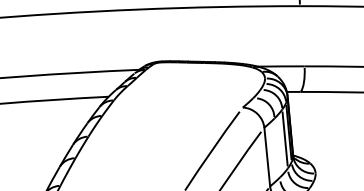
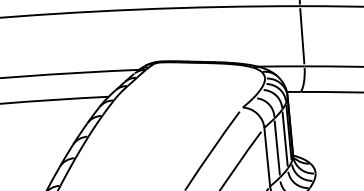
line at (302, 36): none -> present
line at (276, 147): none -> present
